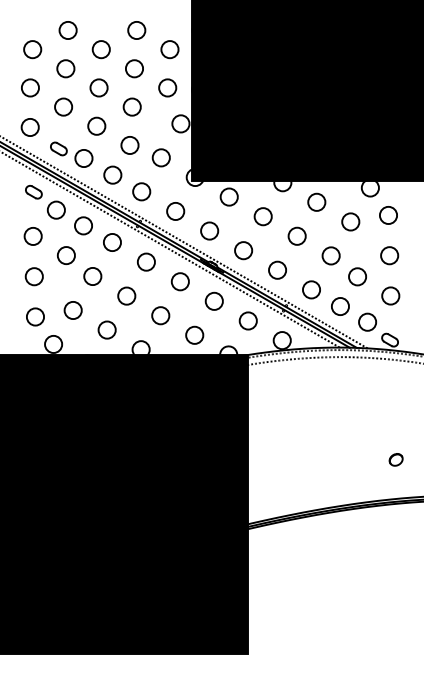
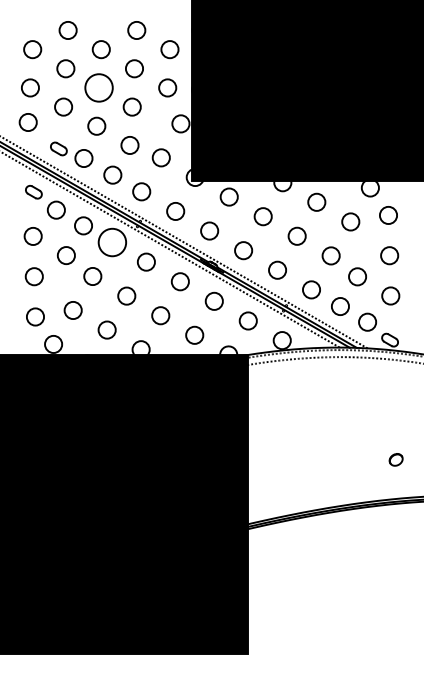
circle at (98, 87) diameter: 17 px -> 27 px
circle at (29, 127) position: (29, 127) -> (27, 122)
circle at (112, 242) diameter: 17 px -> 27 px
